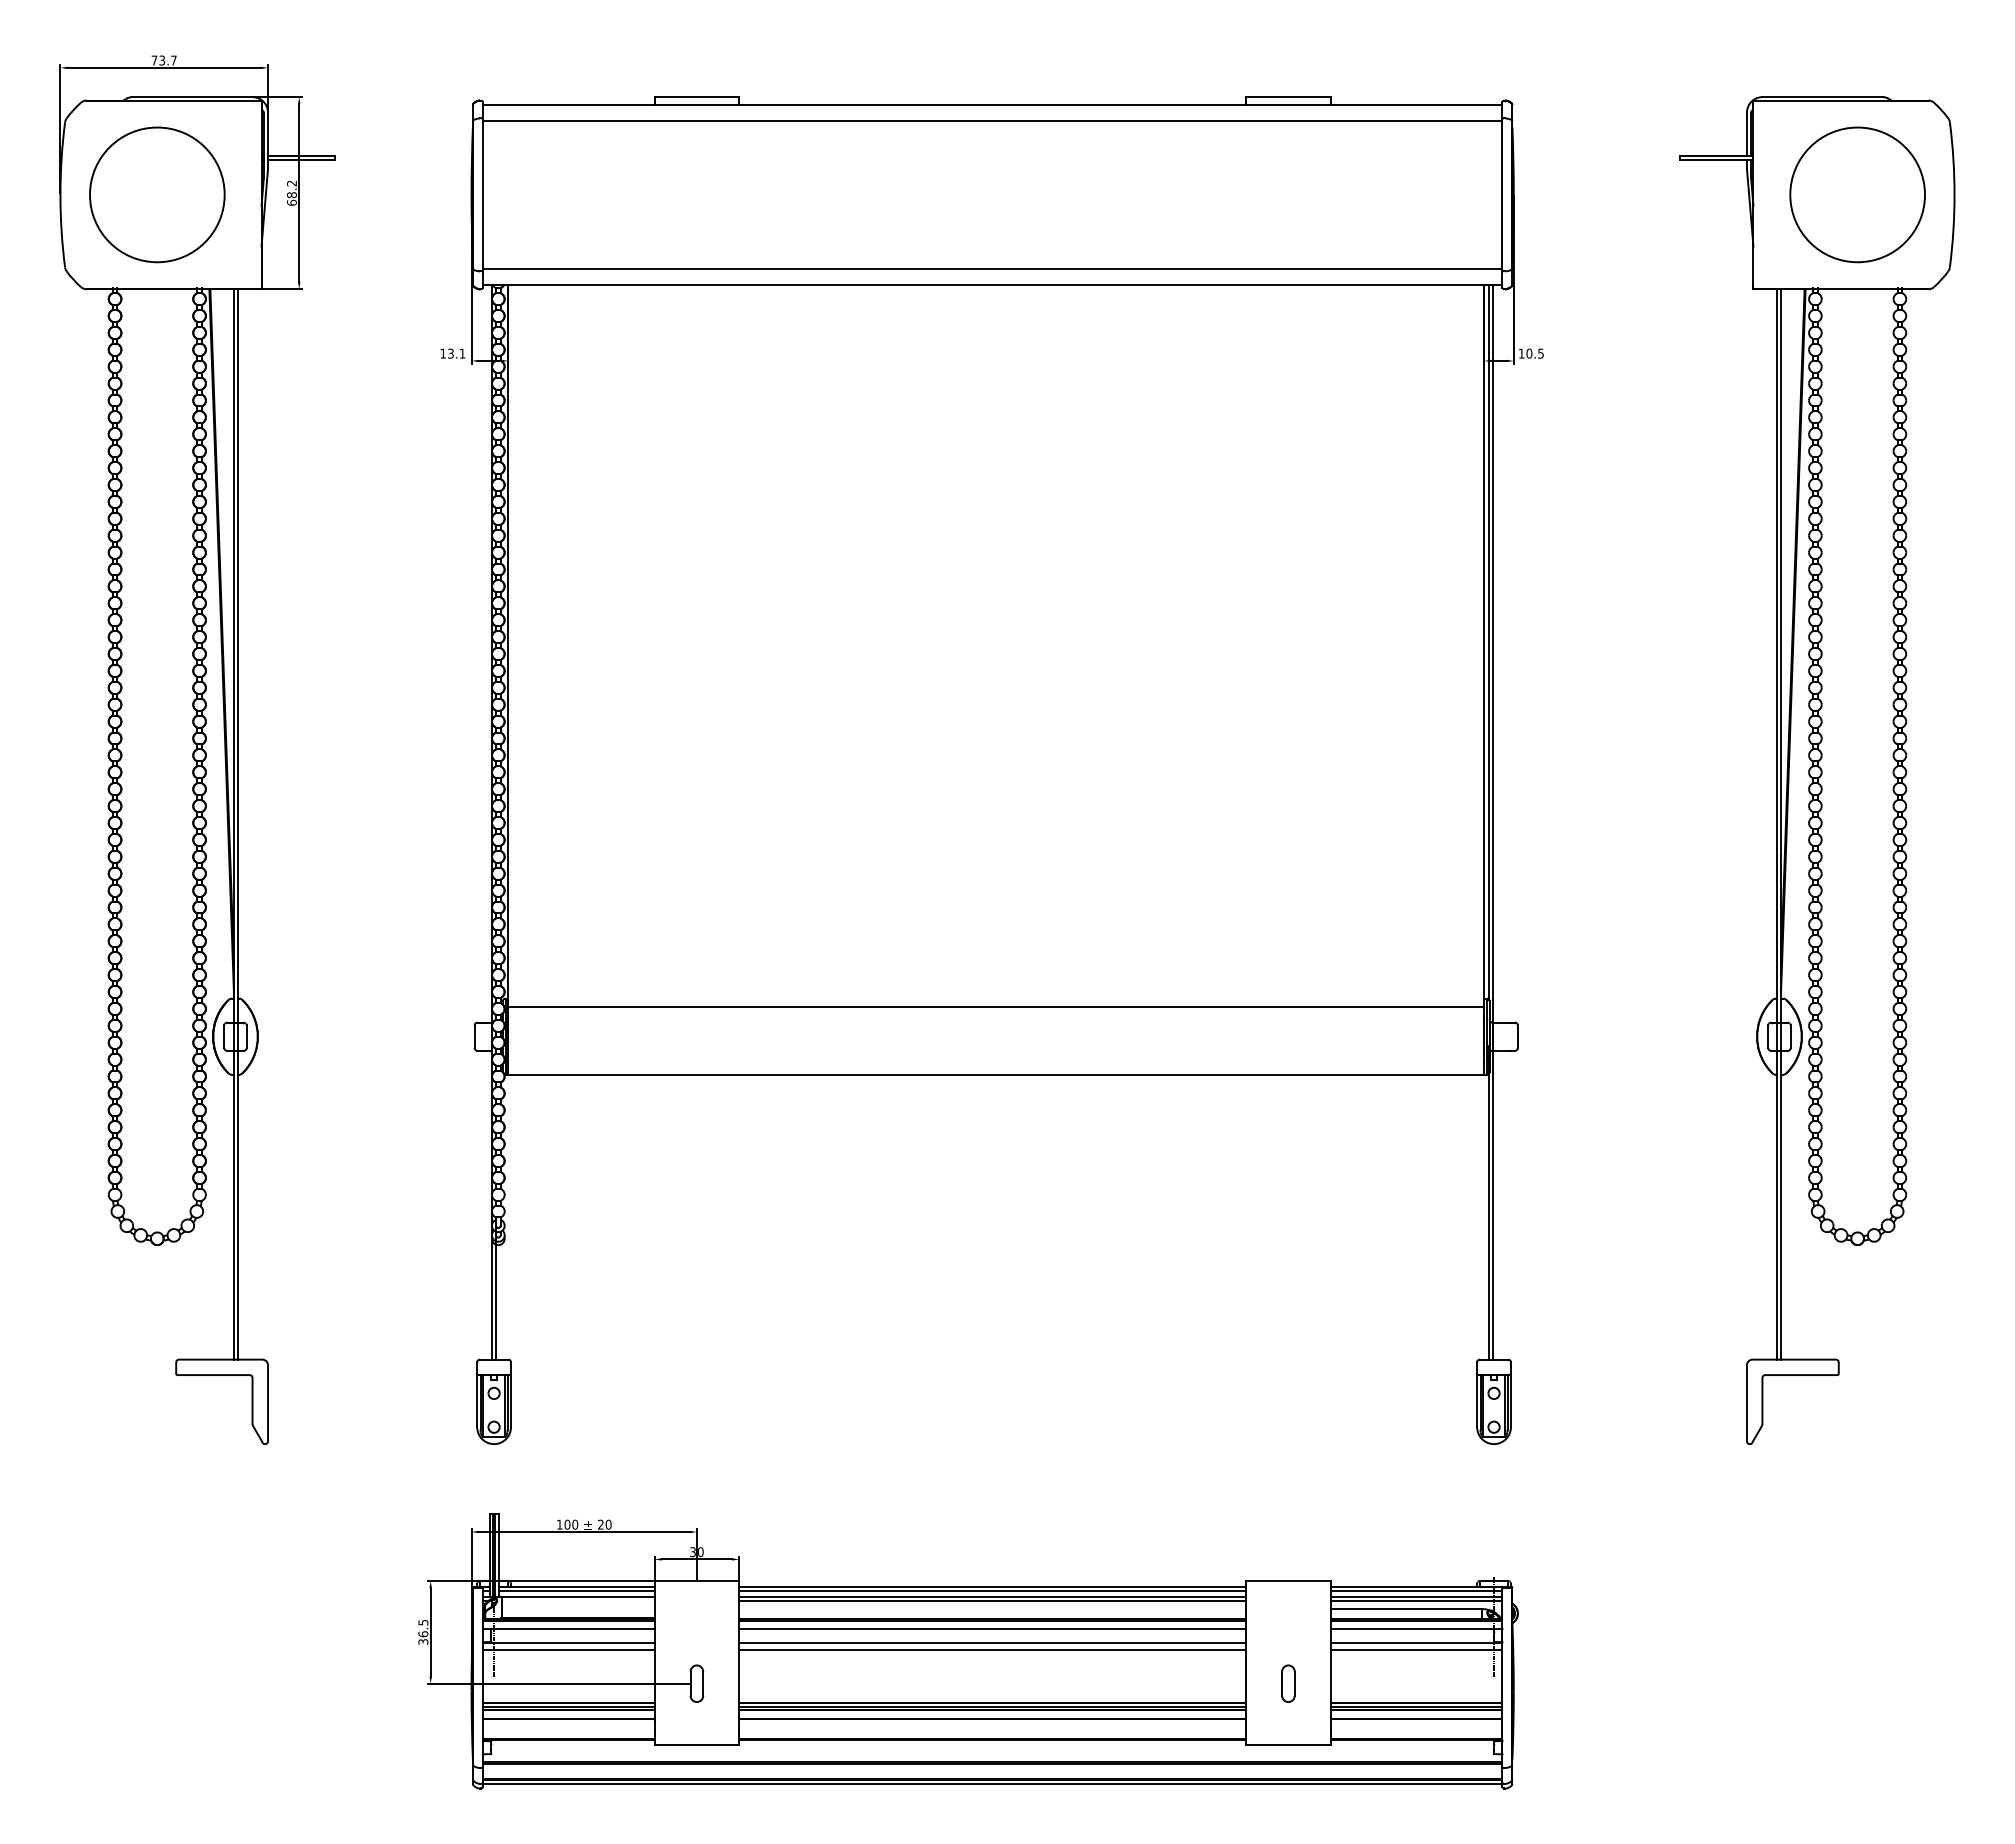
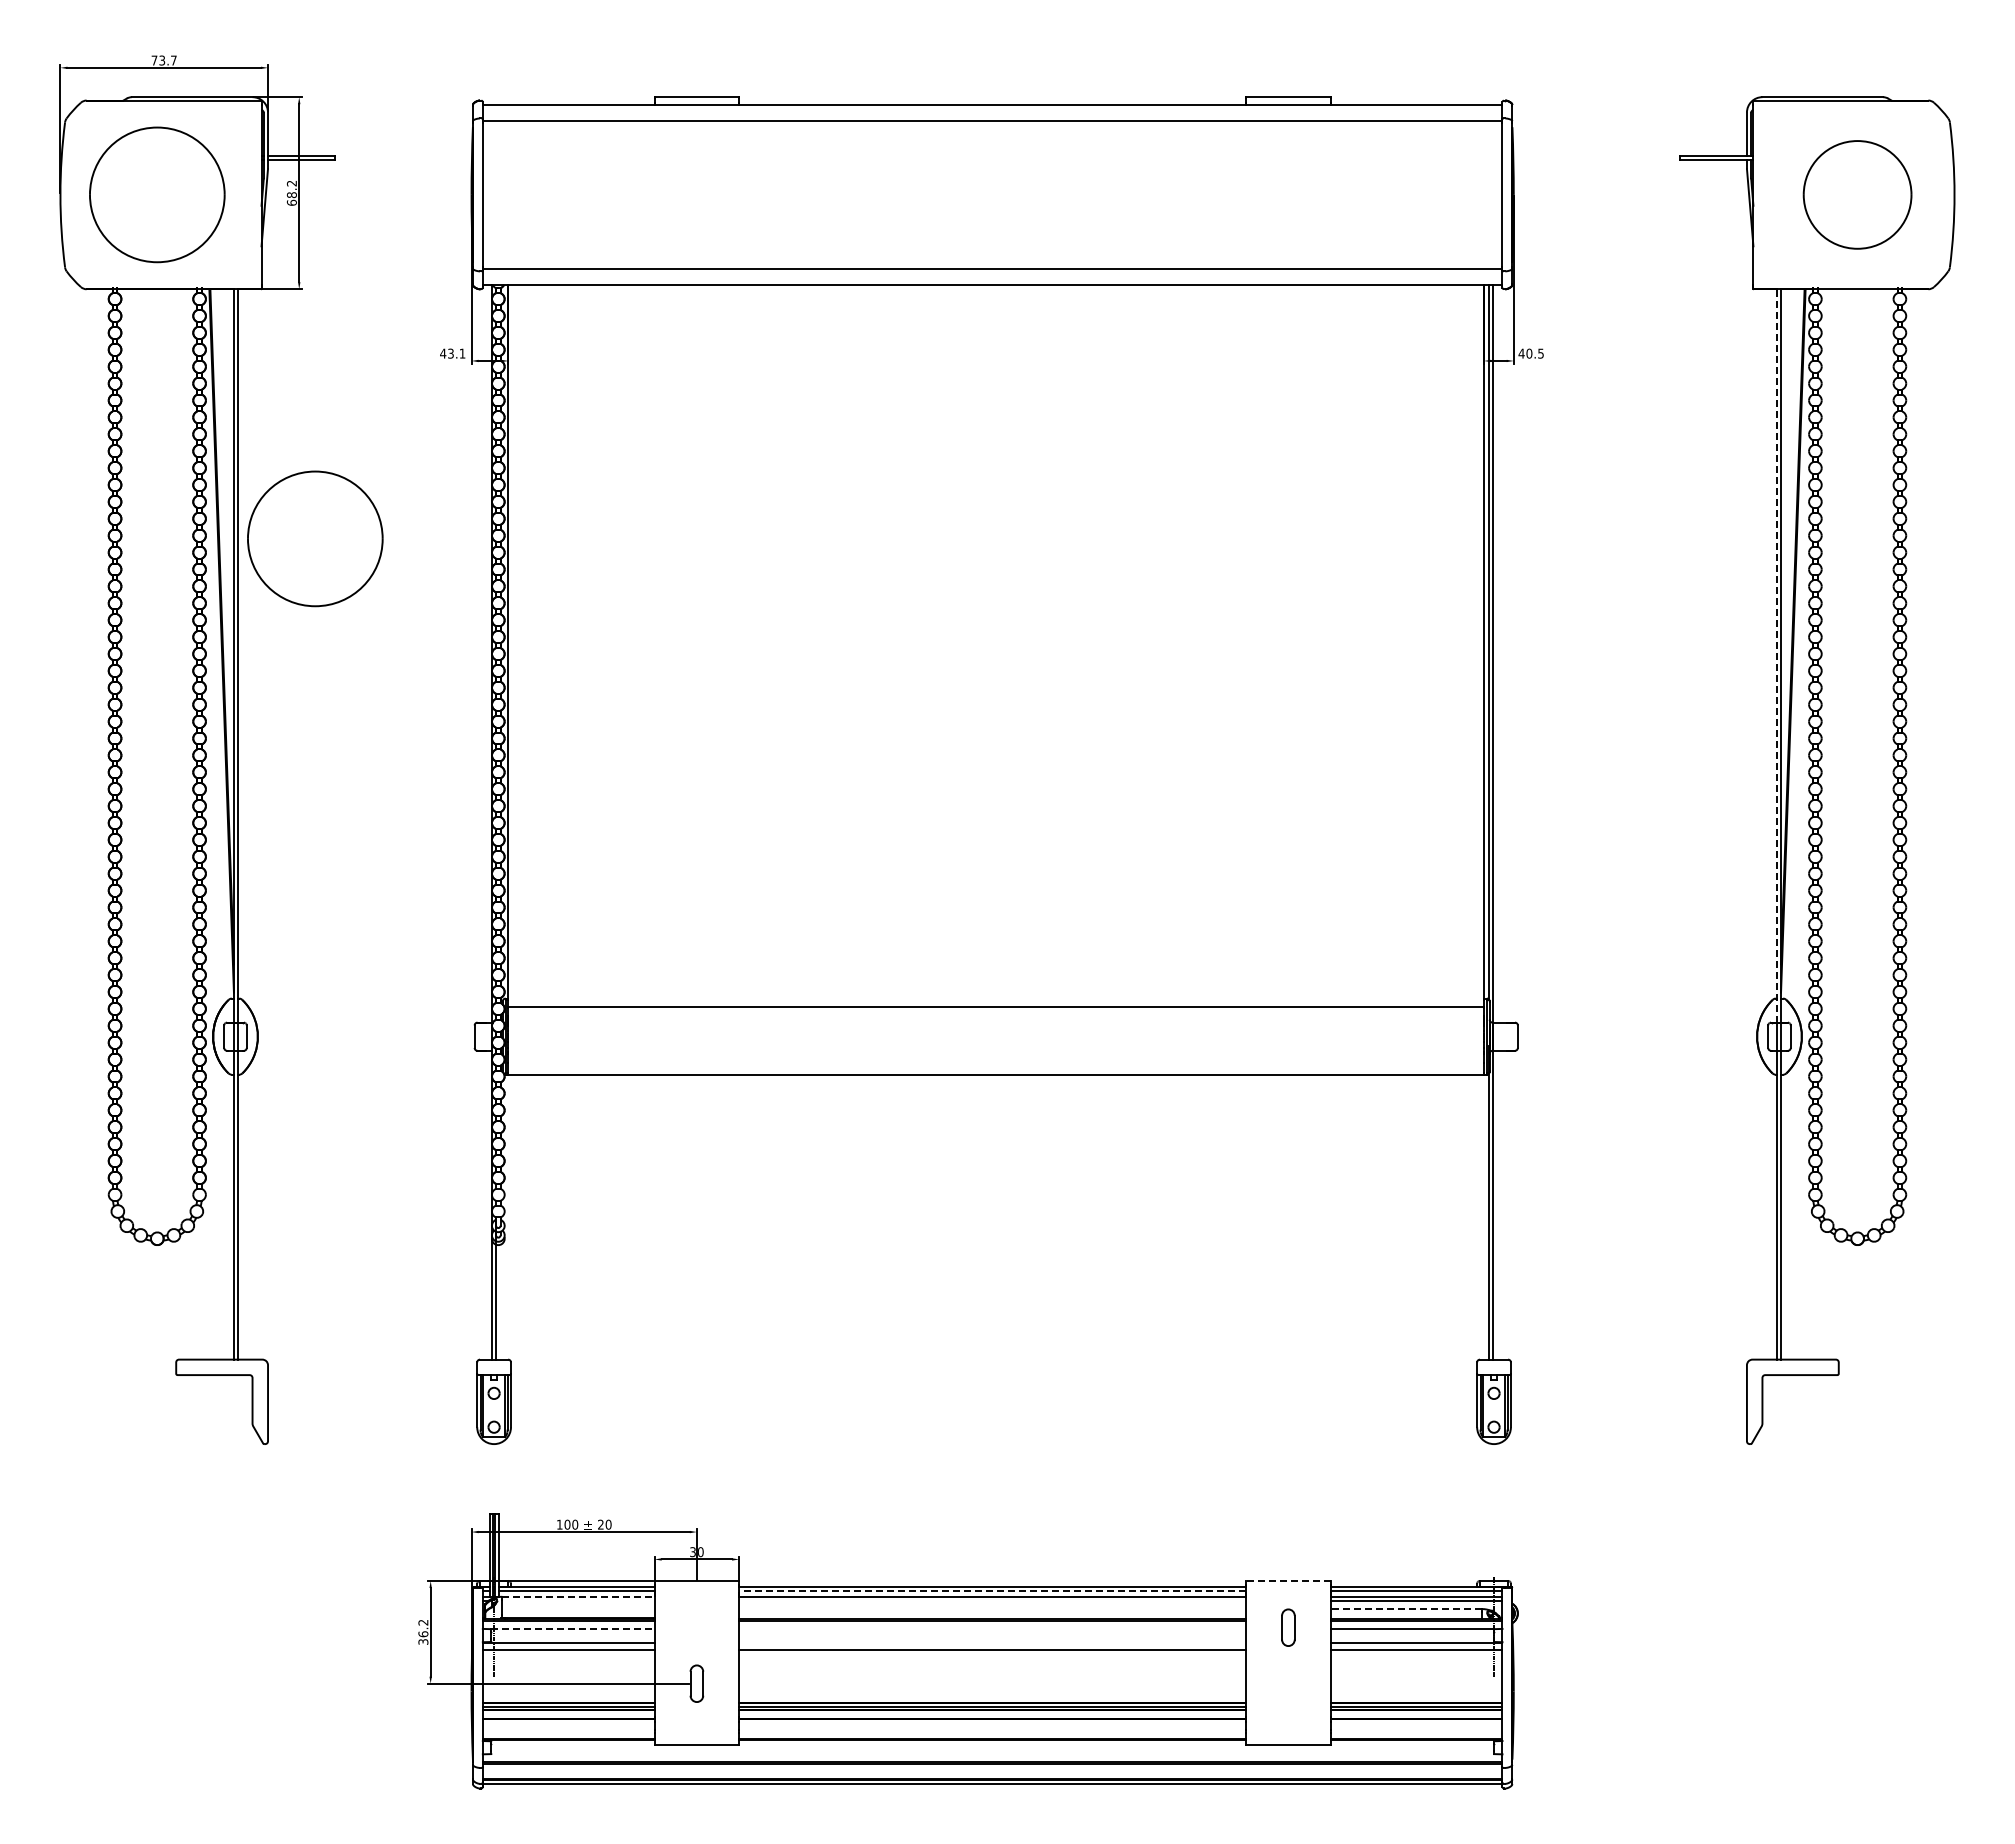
part at (1857, 194) size: 137x138 px -> 111x110 px
text at (443, 353): 13.1 -> 43.1
text at (1521, 353): 10.5 -> 40.5
part at (315, 538): none -> present
line at (1776, 655): solid -> dashed
line at (1287, 1580): solid -> dashed
line at (992, 1591): solid -> dashed
line at (578, 1596): solid -> dashed
line at (992, 1600): present -> none
line at (1406, 1609): solid -> dashed
text at (423, 1622): 36.5 -> 36.2
line at (572, 1629): solid -> dashed
line at (992, 1629): present -> none
line at (992, 1643): present -> none
part at (1288, 1683) position: (1288, 1683) -> (1288, 1627)
